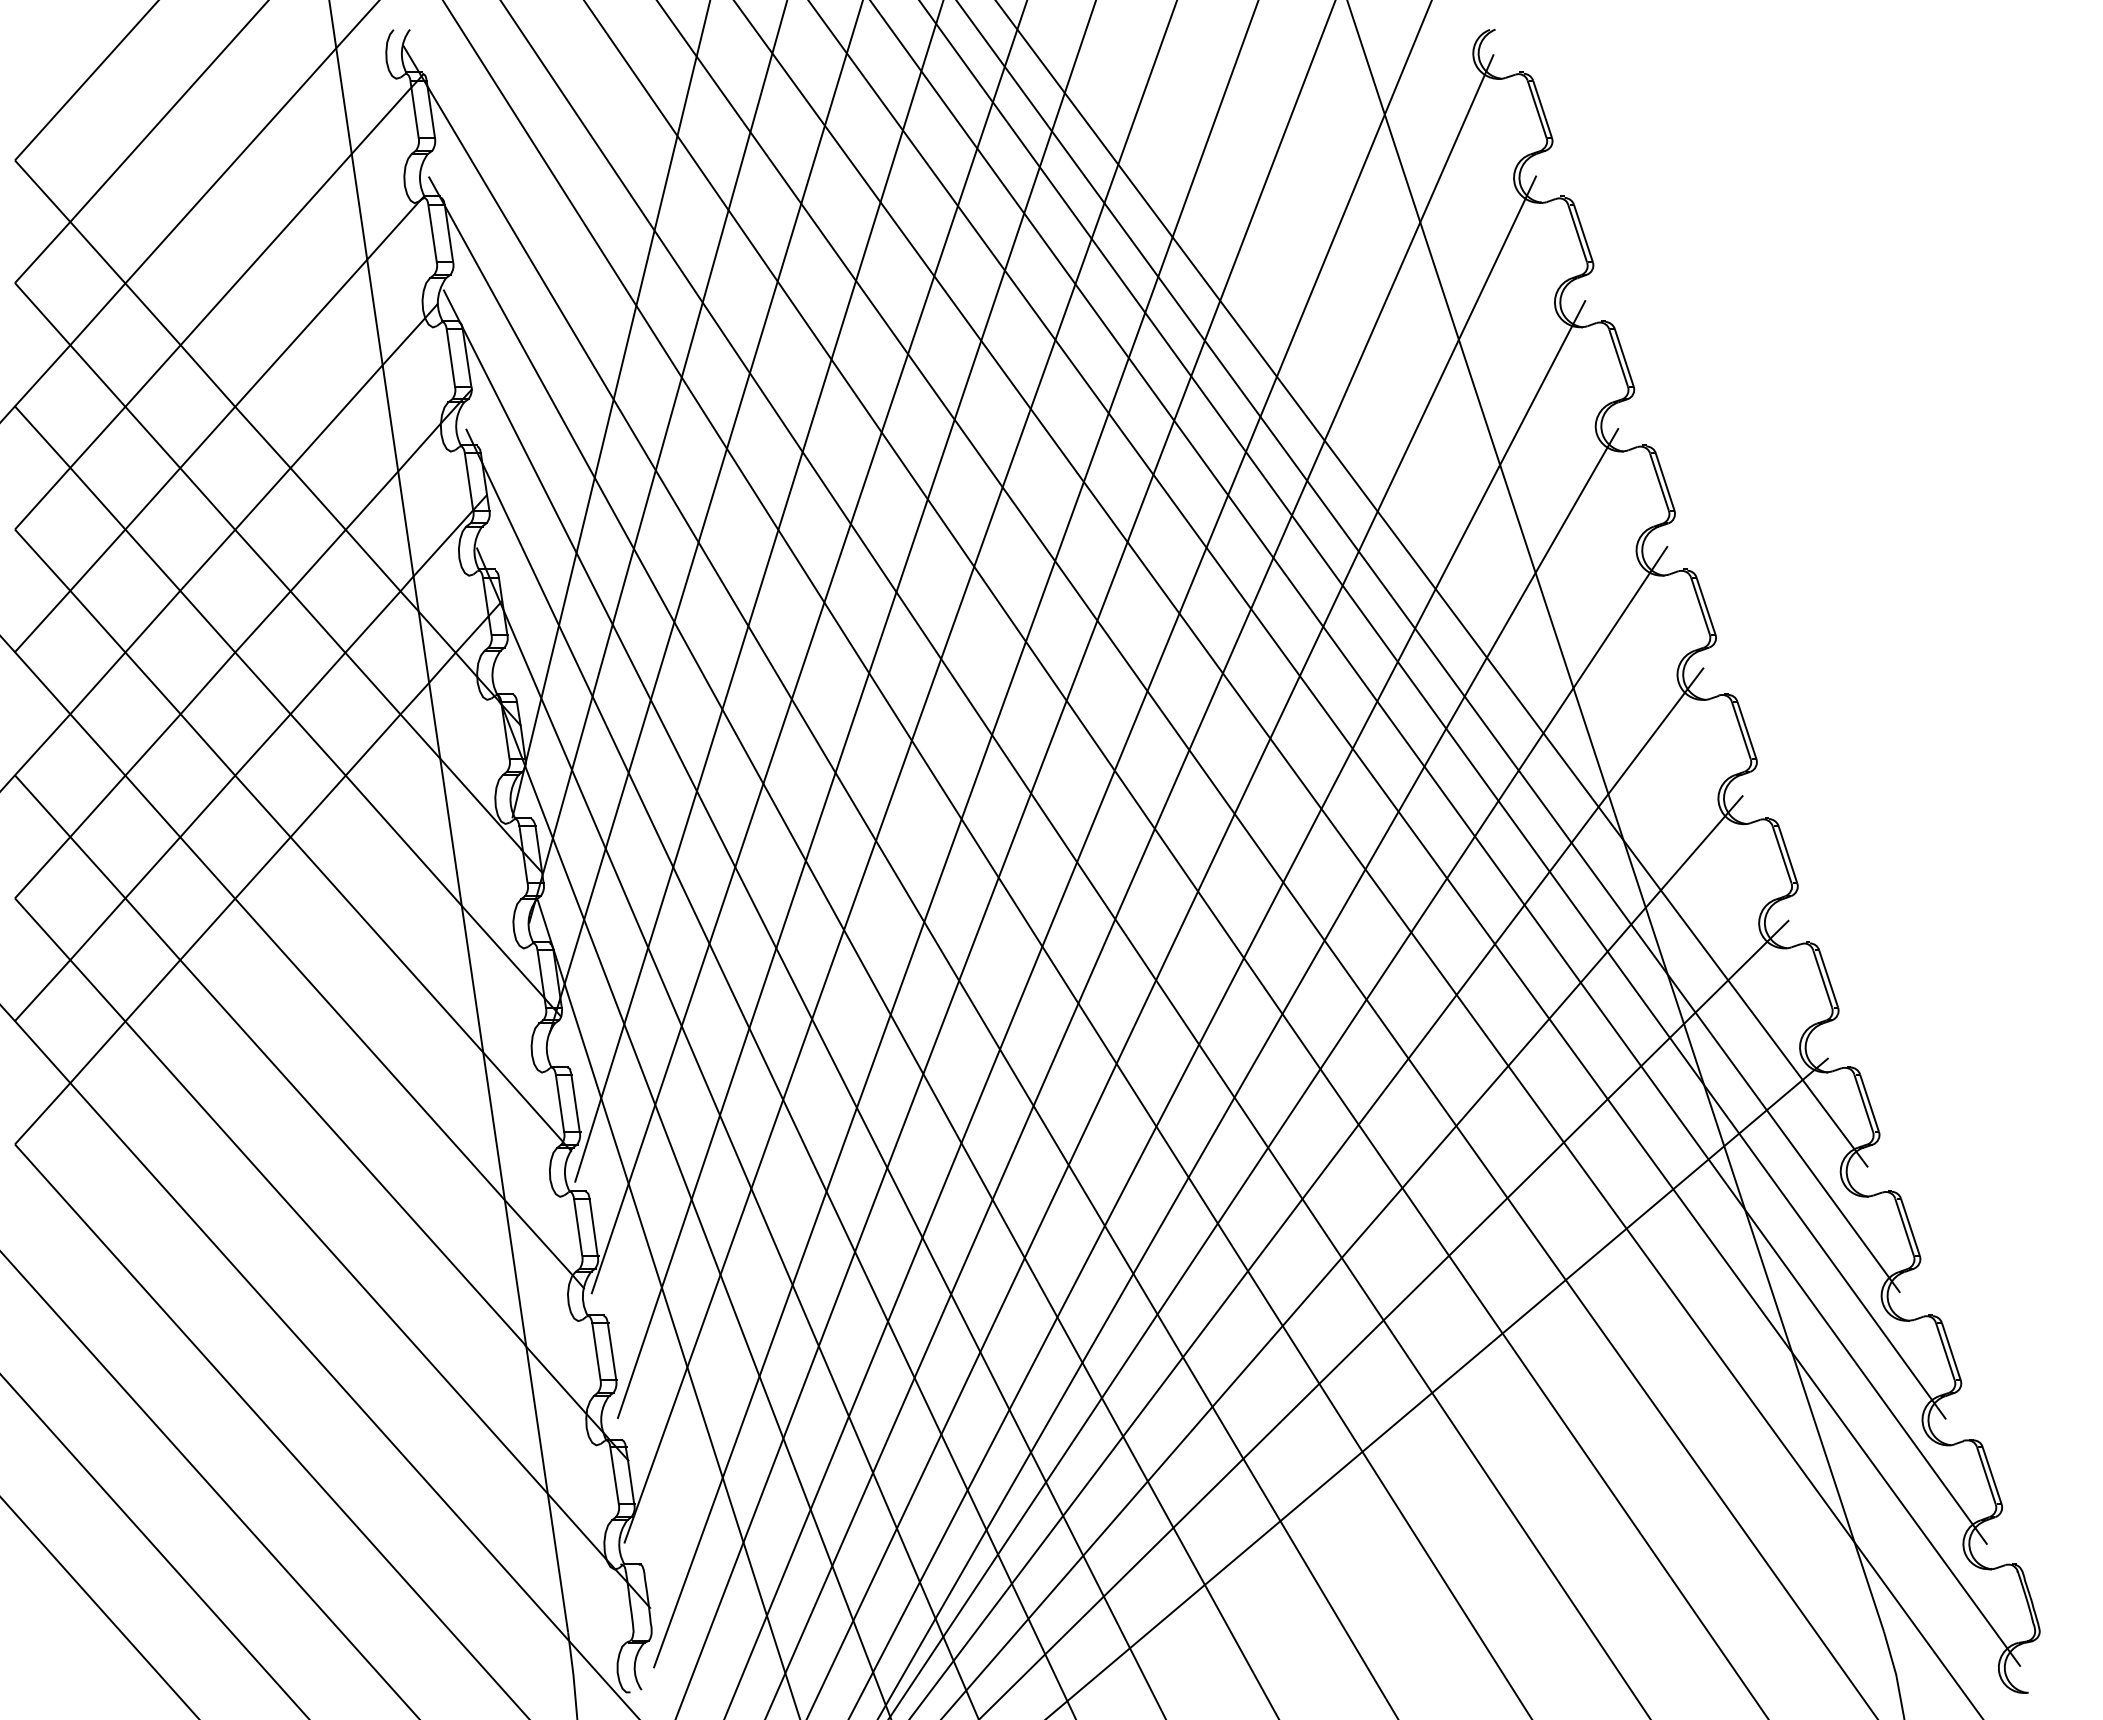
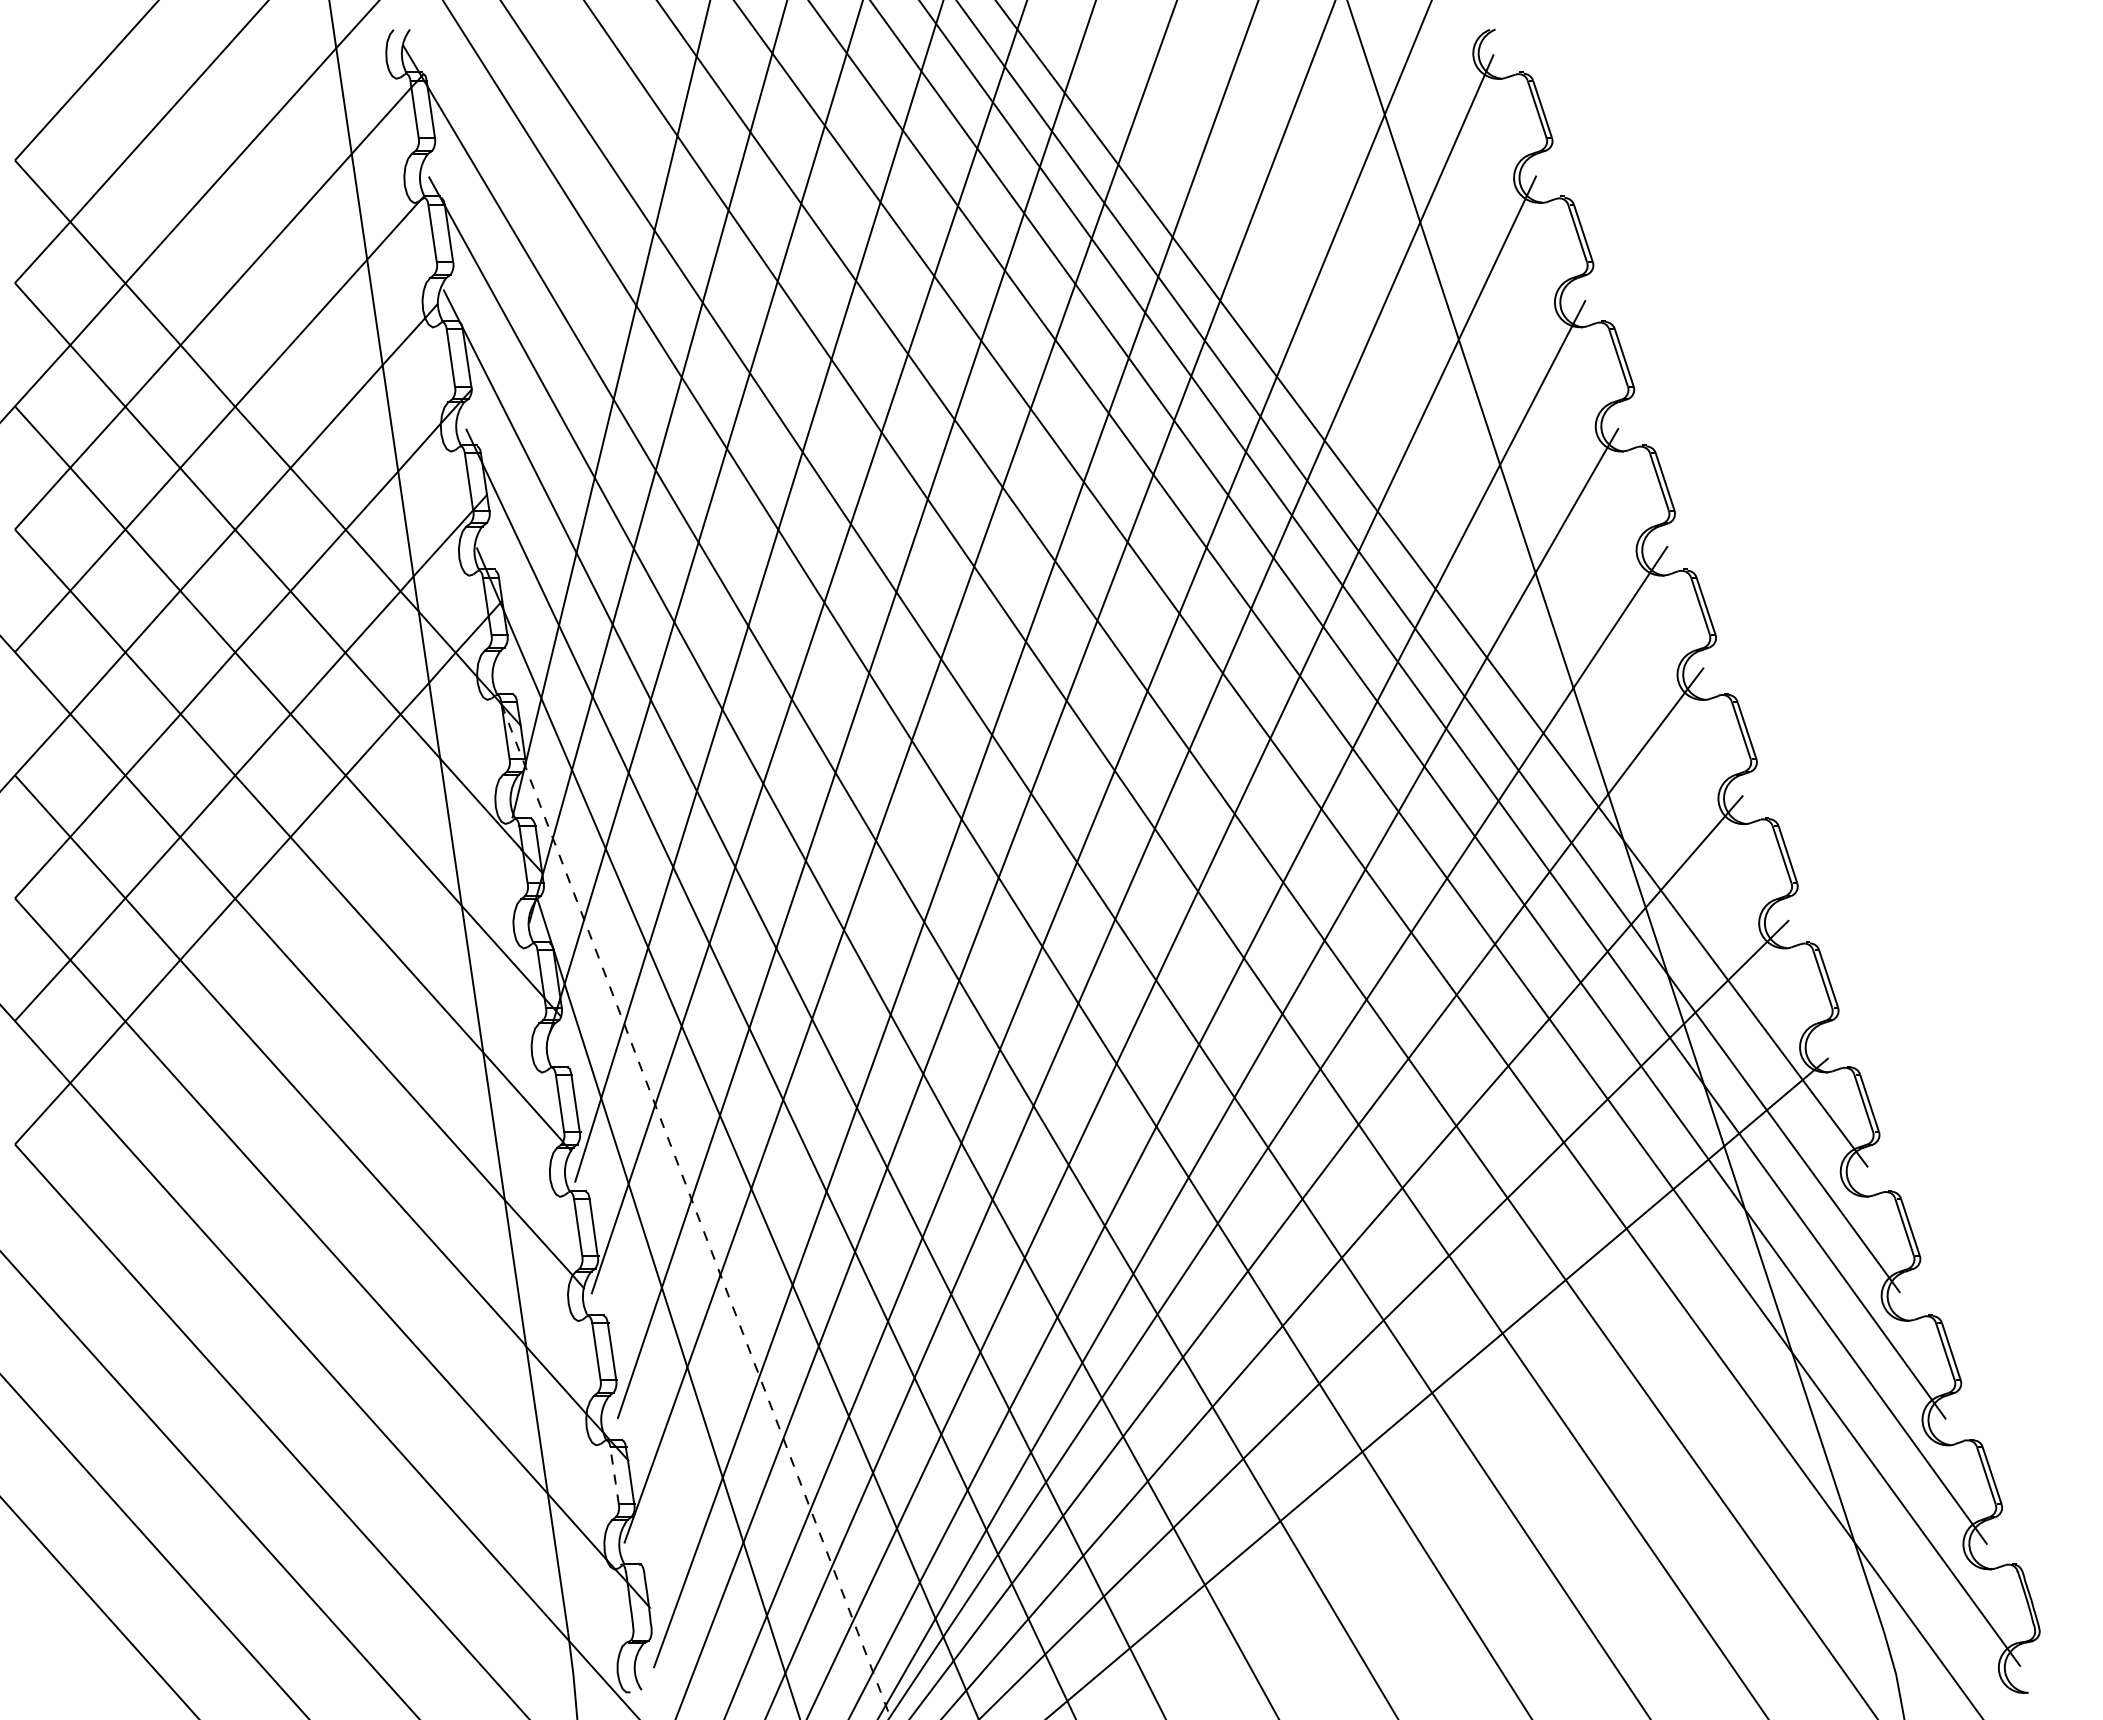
line at (694, 1207): solid -> dashed
line at (614, 1475): solid -> dashed
